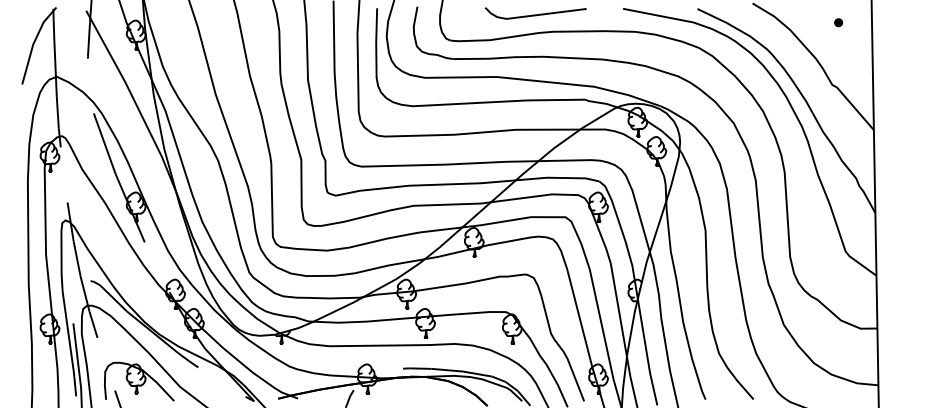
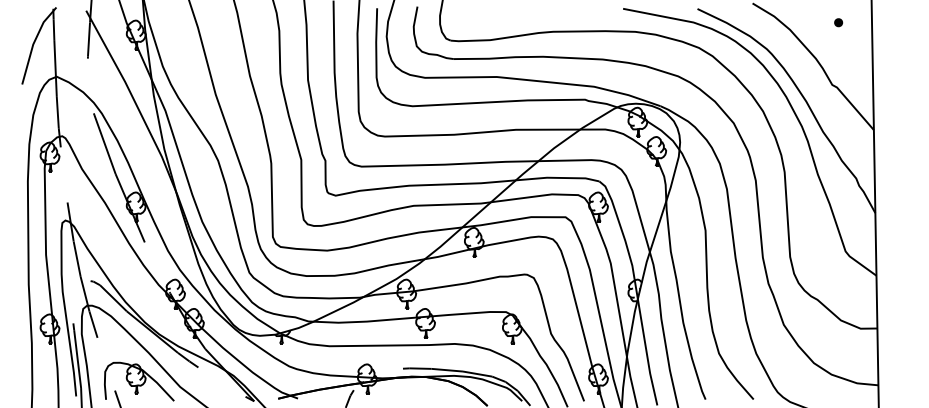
line at (535, 14): present -> none
